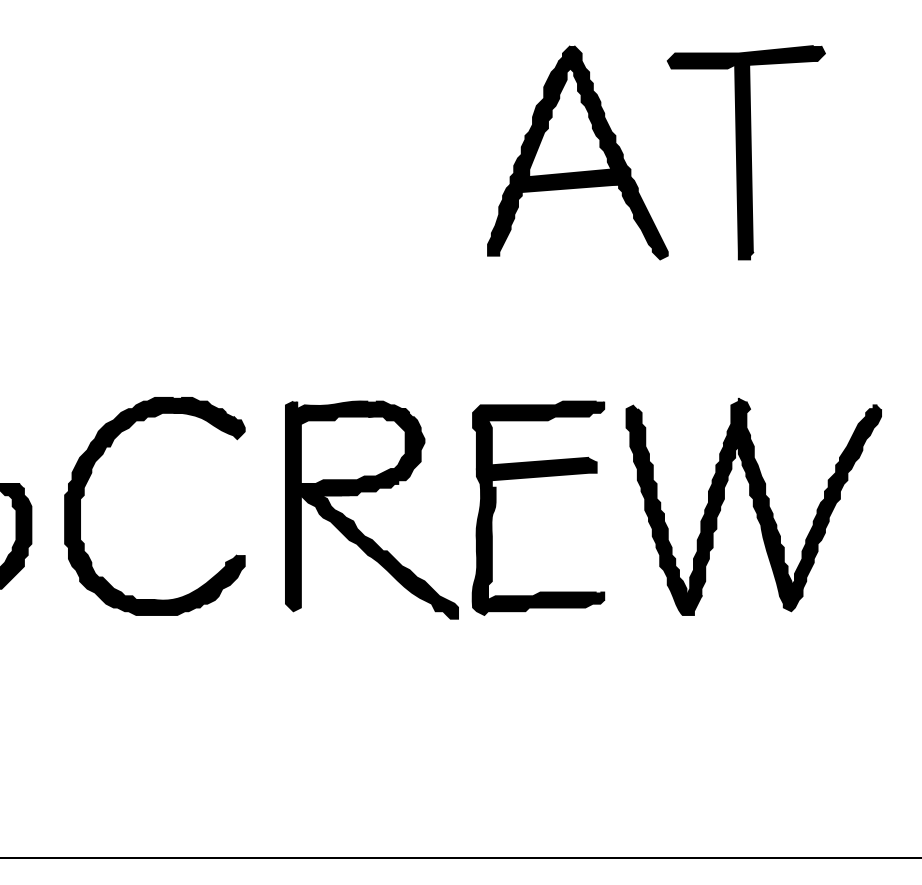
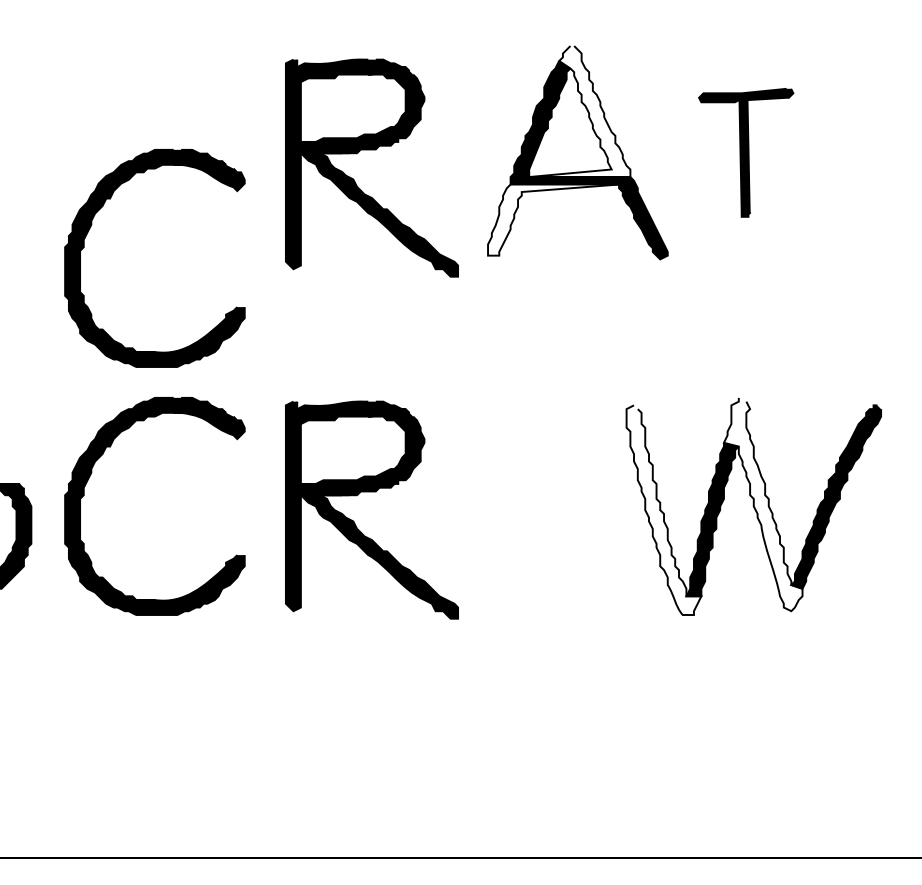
fill at (579, 111): present -> none
part at (371, 150): none -> present
part at (745, 152) size: 160x216 px -> 97x130 px
fill at (553, 219): present -> none
part at (91, 226): none -> present
part at (531, 478): present -> none
fill at (762, 504): present -> none
fill at (663, 509): present -> none
